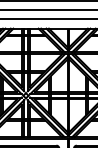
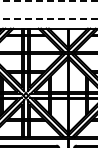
line at (48, 0): solid -> dashed
line at (48, 10): present -> none
line at (48, 19): solid -> dashed
